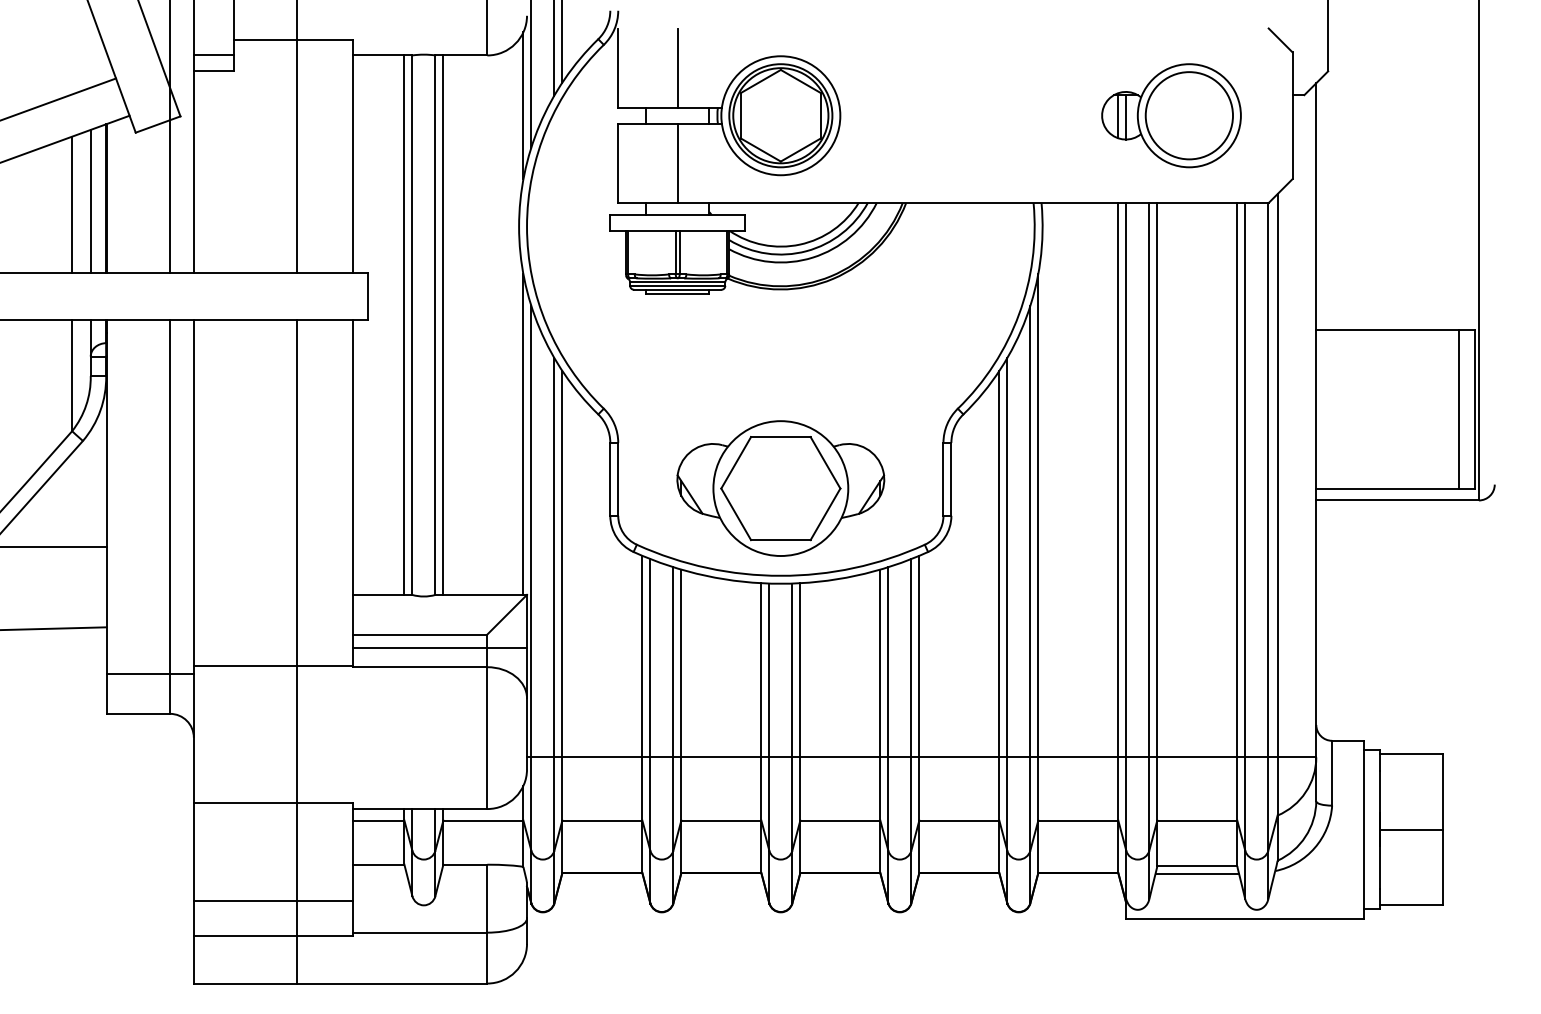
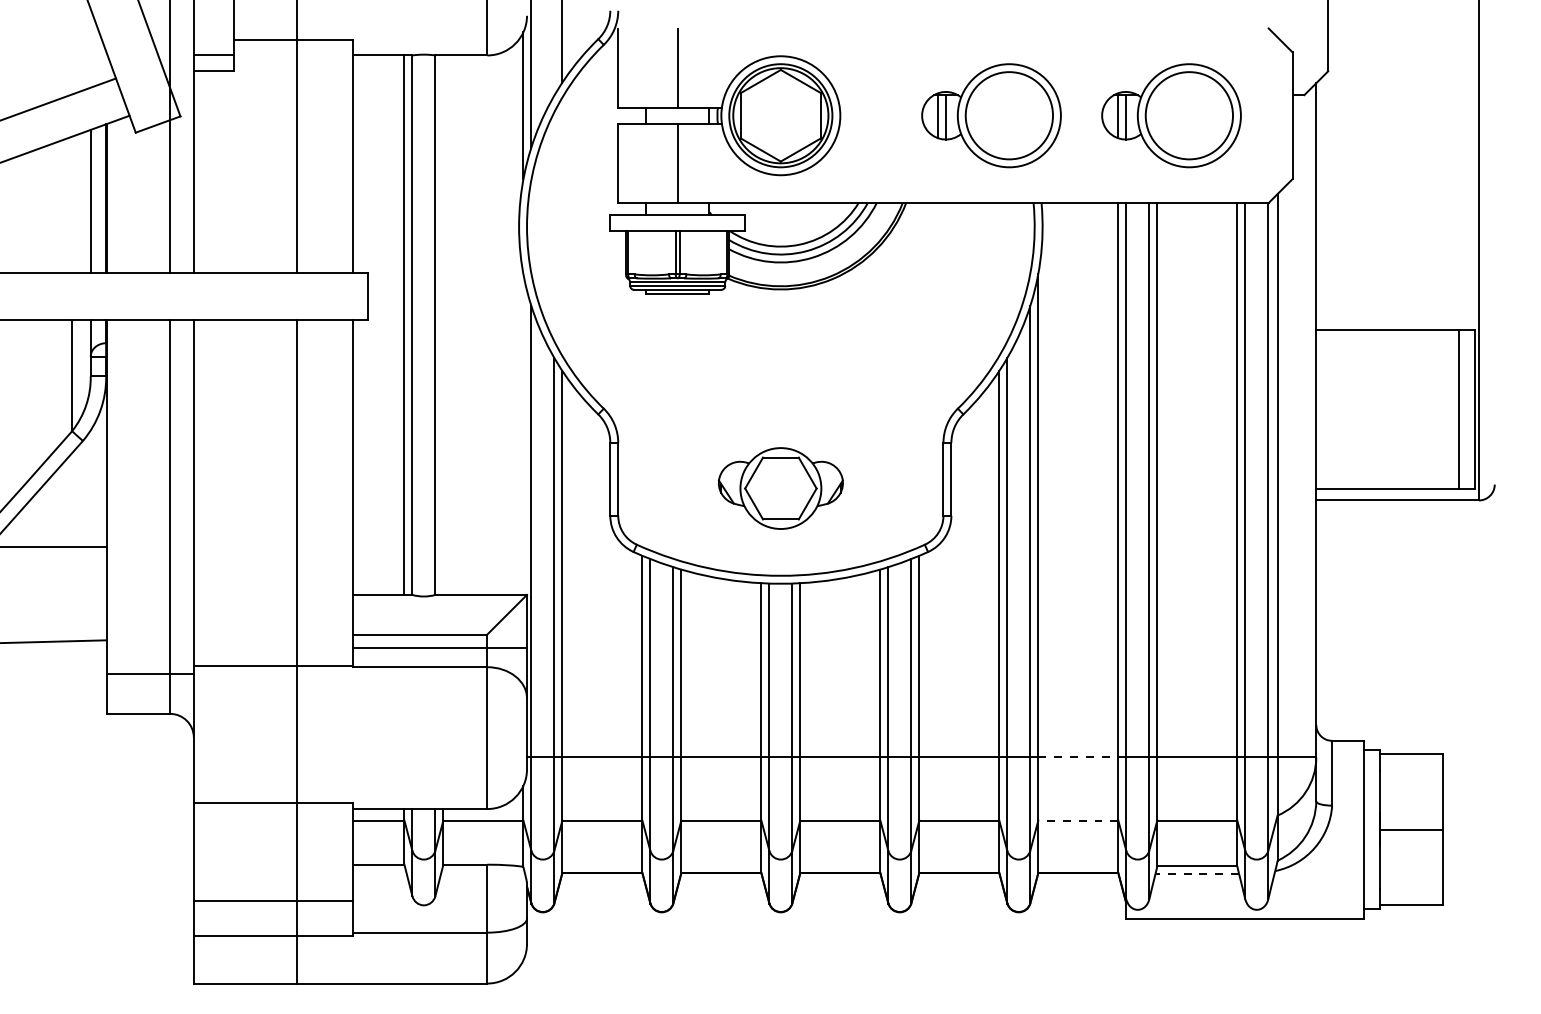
line at (554, 48): present -> none
part at (991, 115): none -> present
line at (72, 204): present -> none
line at (443, 324): present -> none
line at (523, 434): present -> none
part at (780, 488) size: 210x137 px -> 126x83 px
line at (54, 628) position: (54, 628) -> (54, 641)
line at (1078, 757): solid -> dashed
line at (1077, 820): solid -> dashed
line at (1197, 873): solid -> dashed
